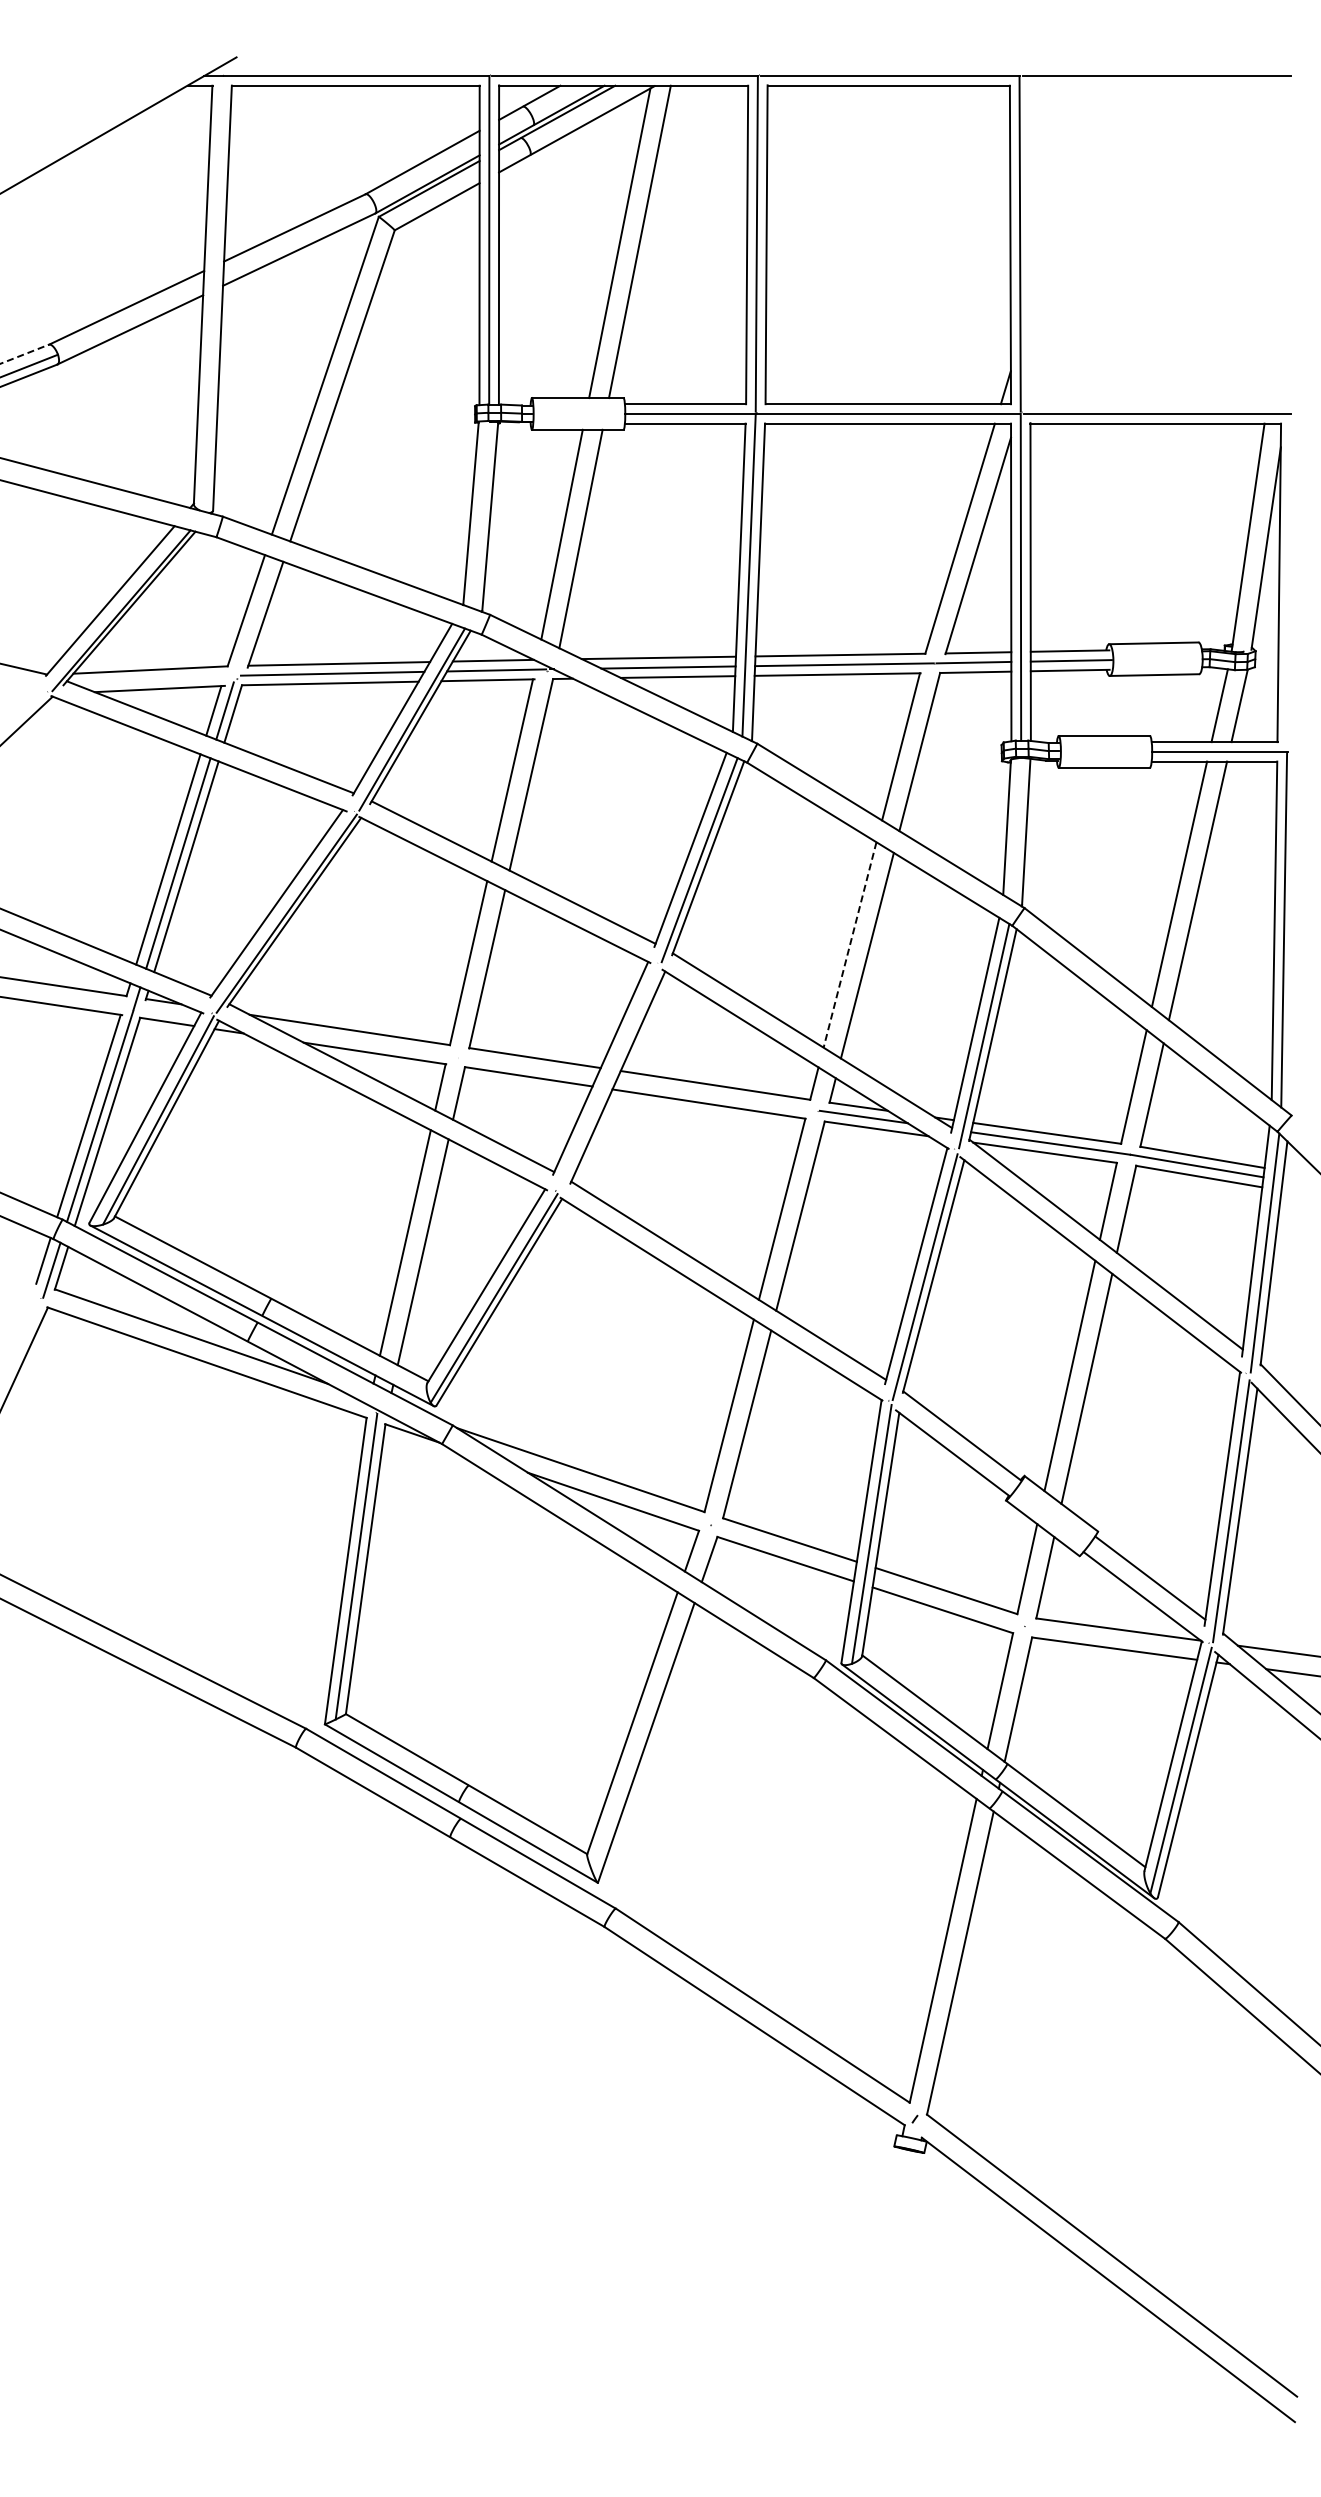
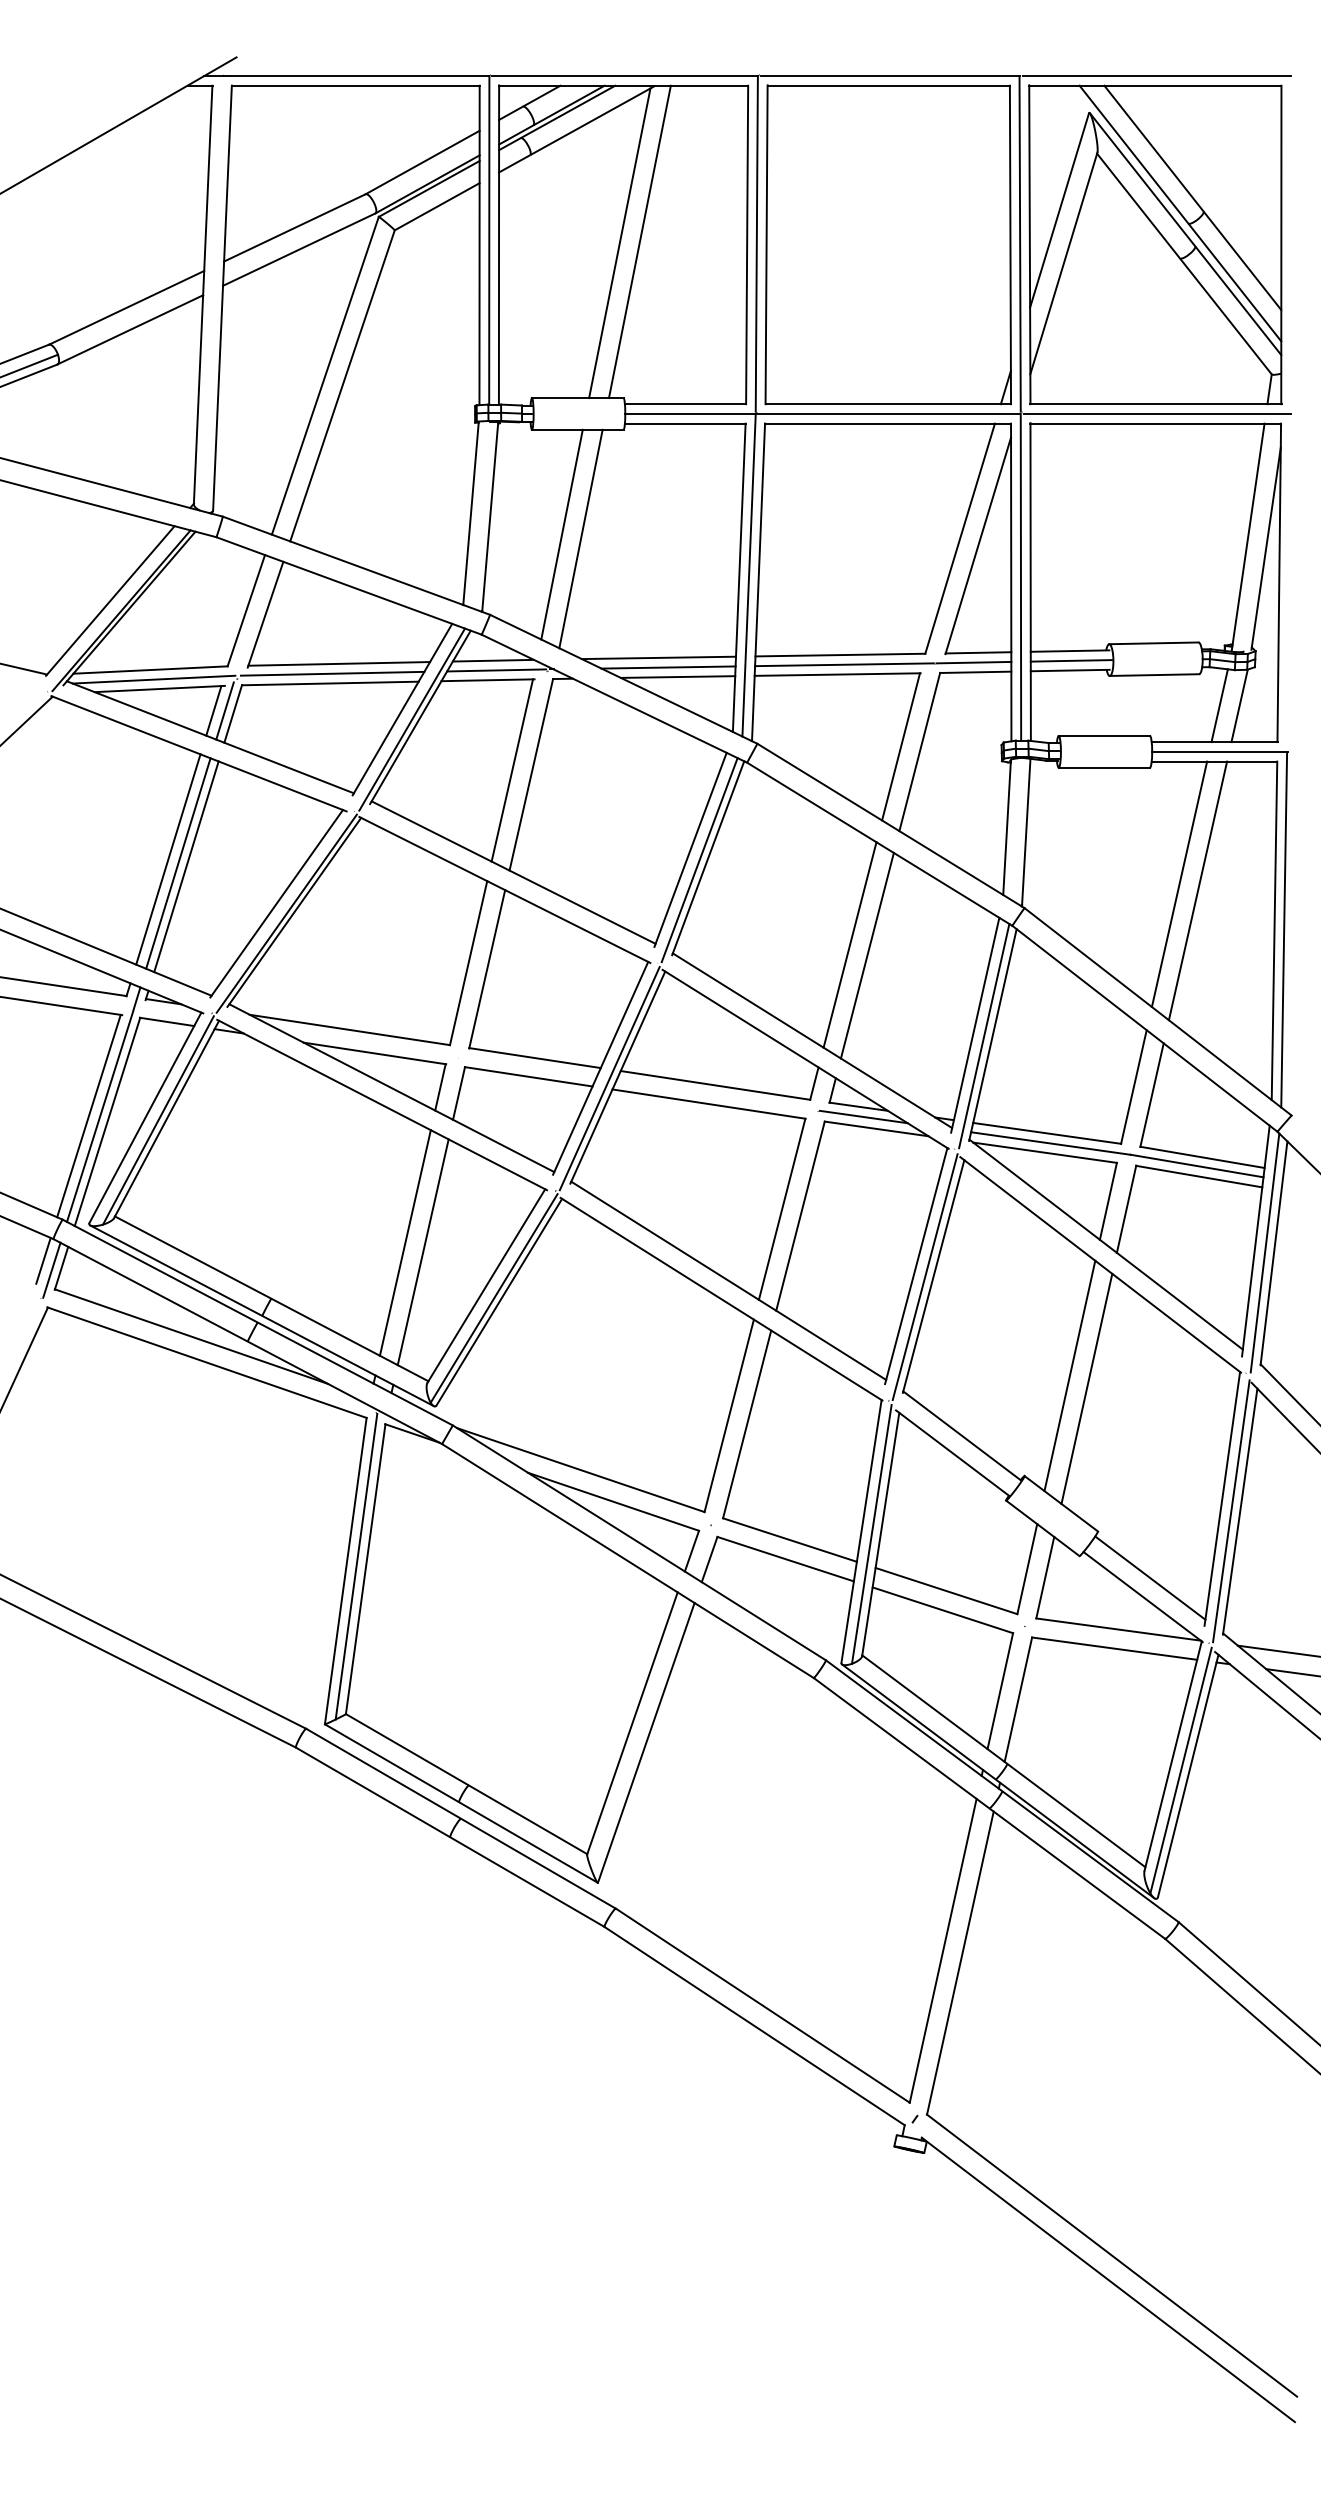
part at (1155, 244): none -> present
line at (25, 354): dashed -> solid
line at (153, 679): none -> present
line at (849, 945): dashed -> solid
line at (609, 1078): none -> present
